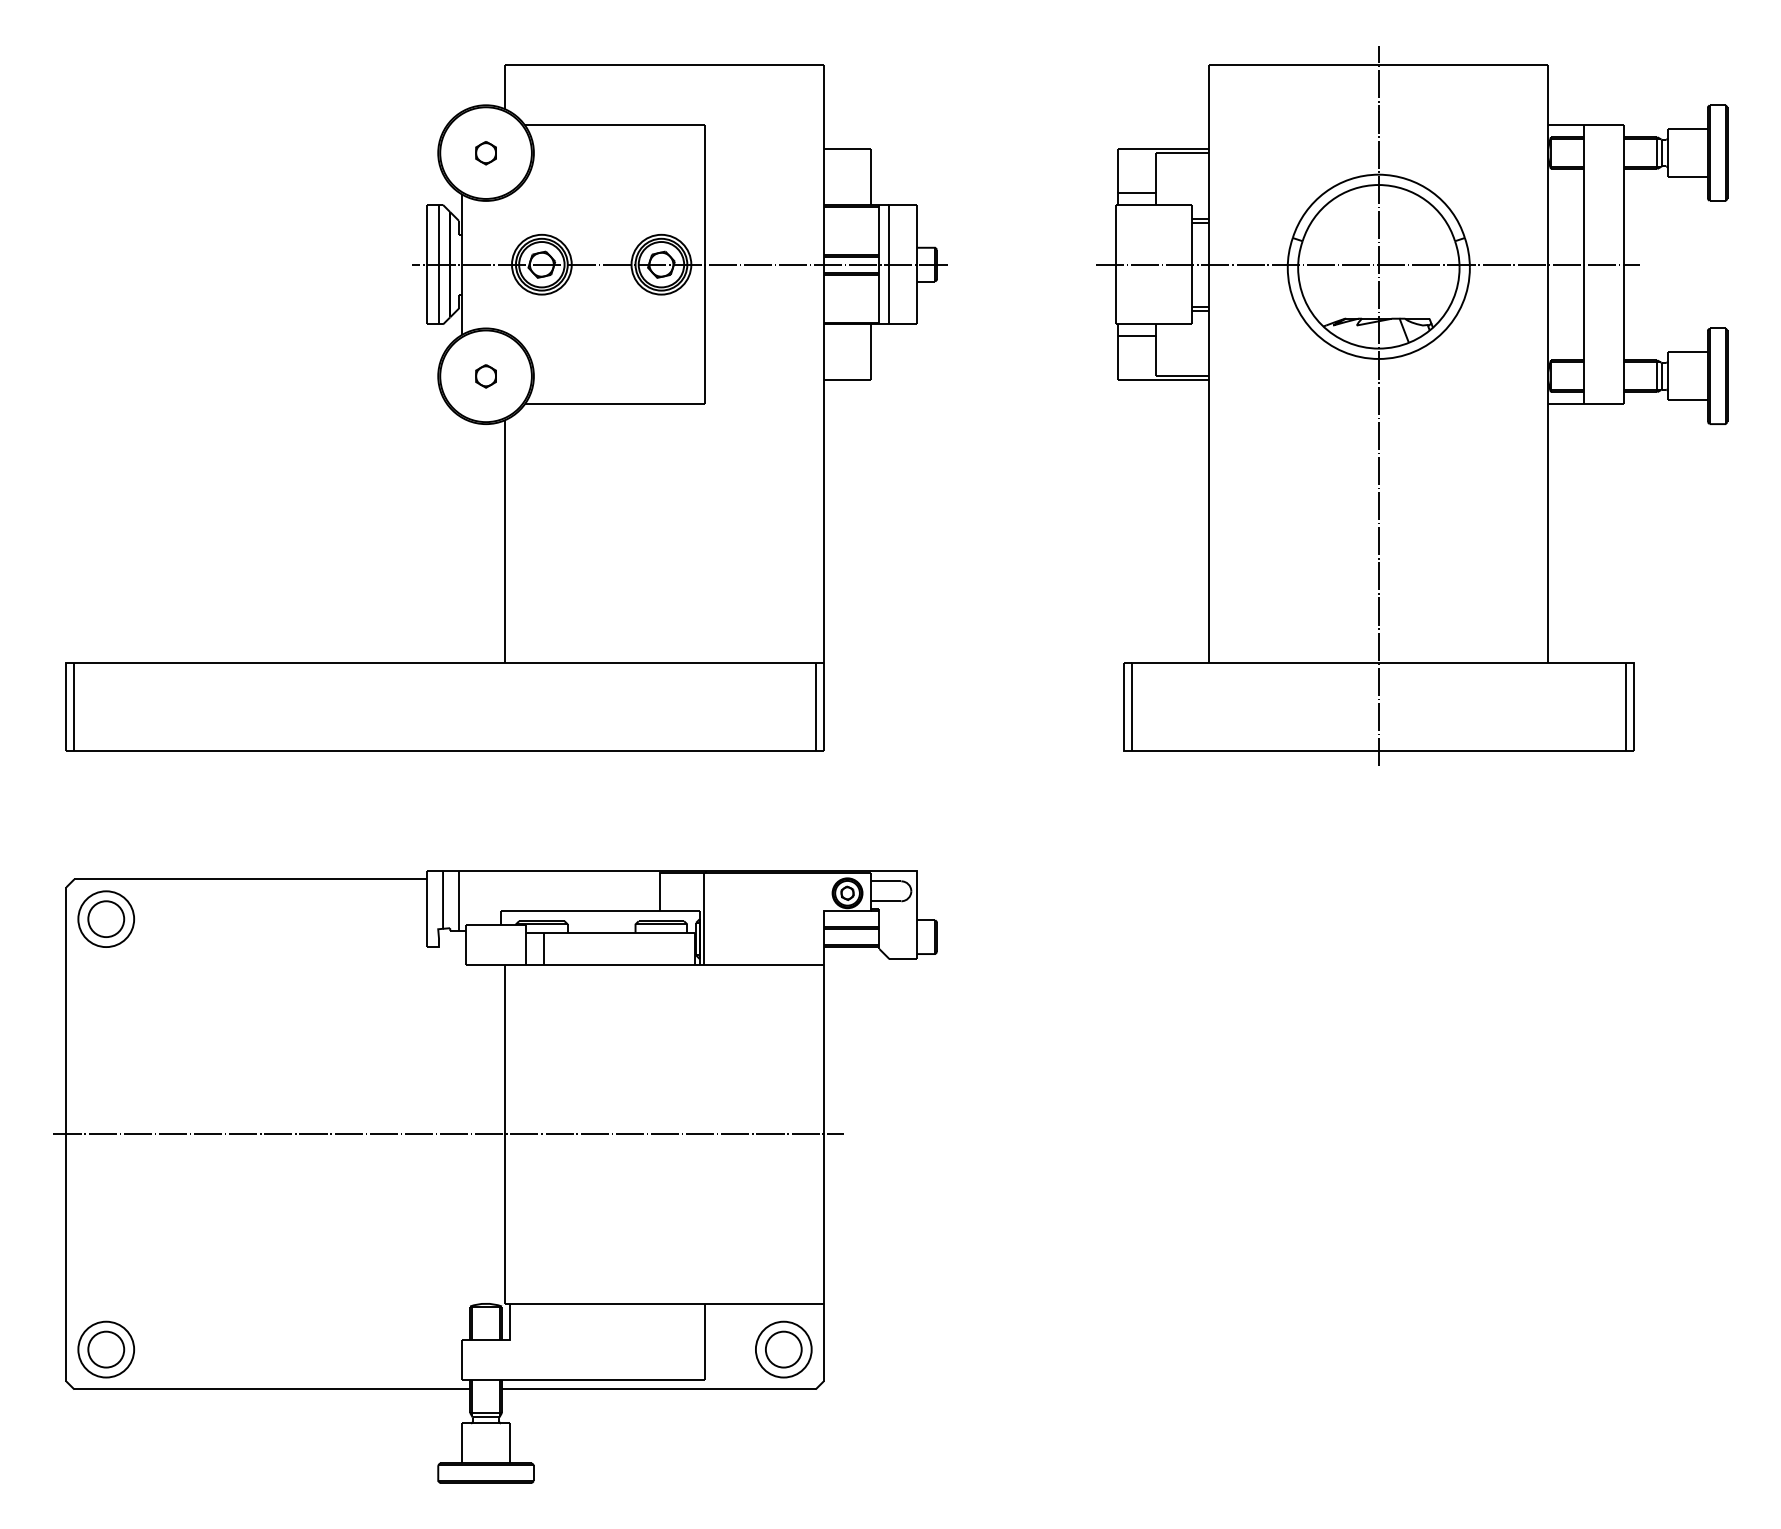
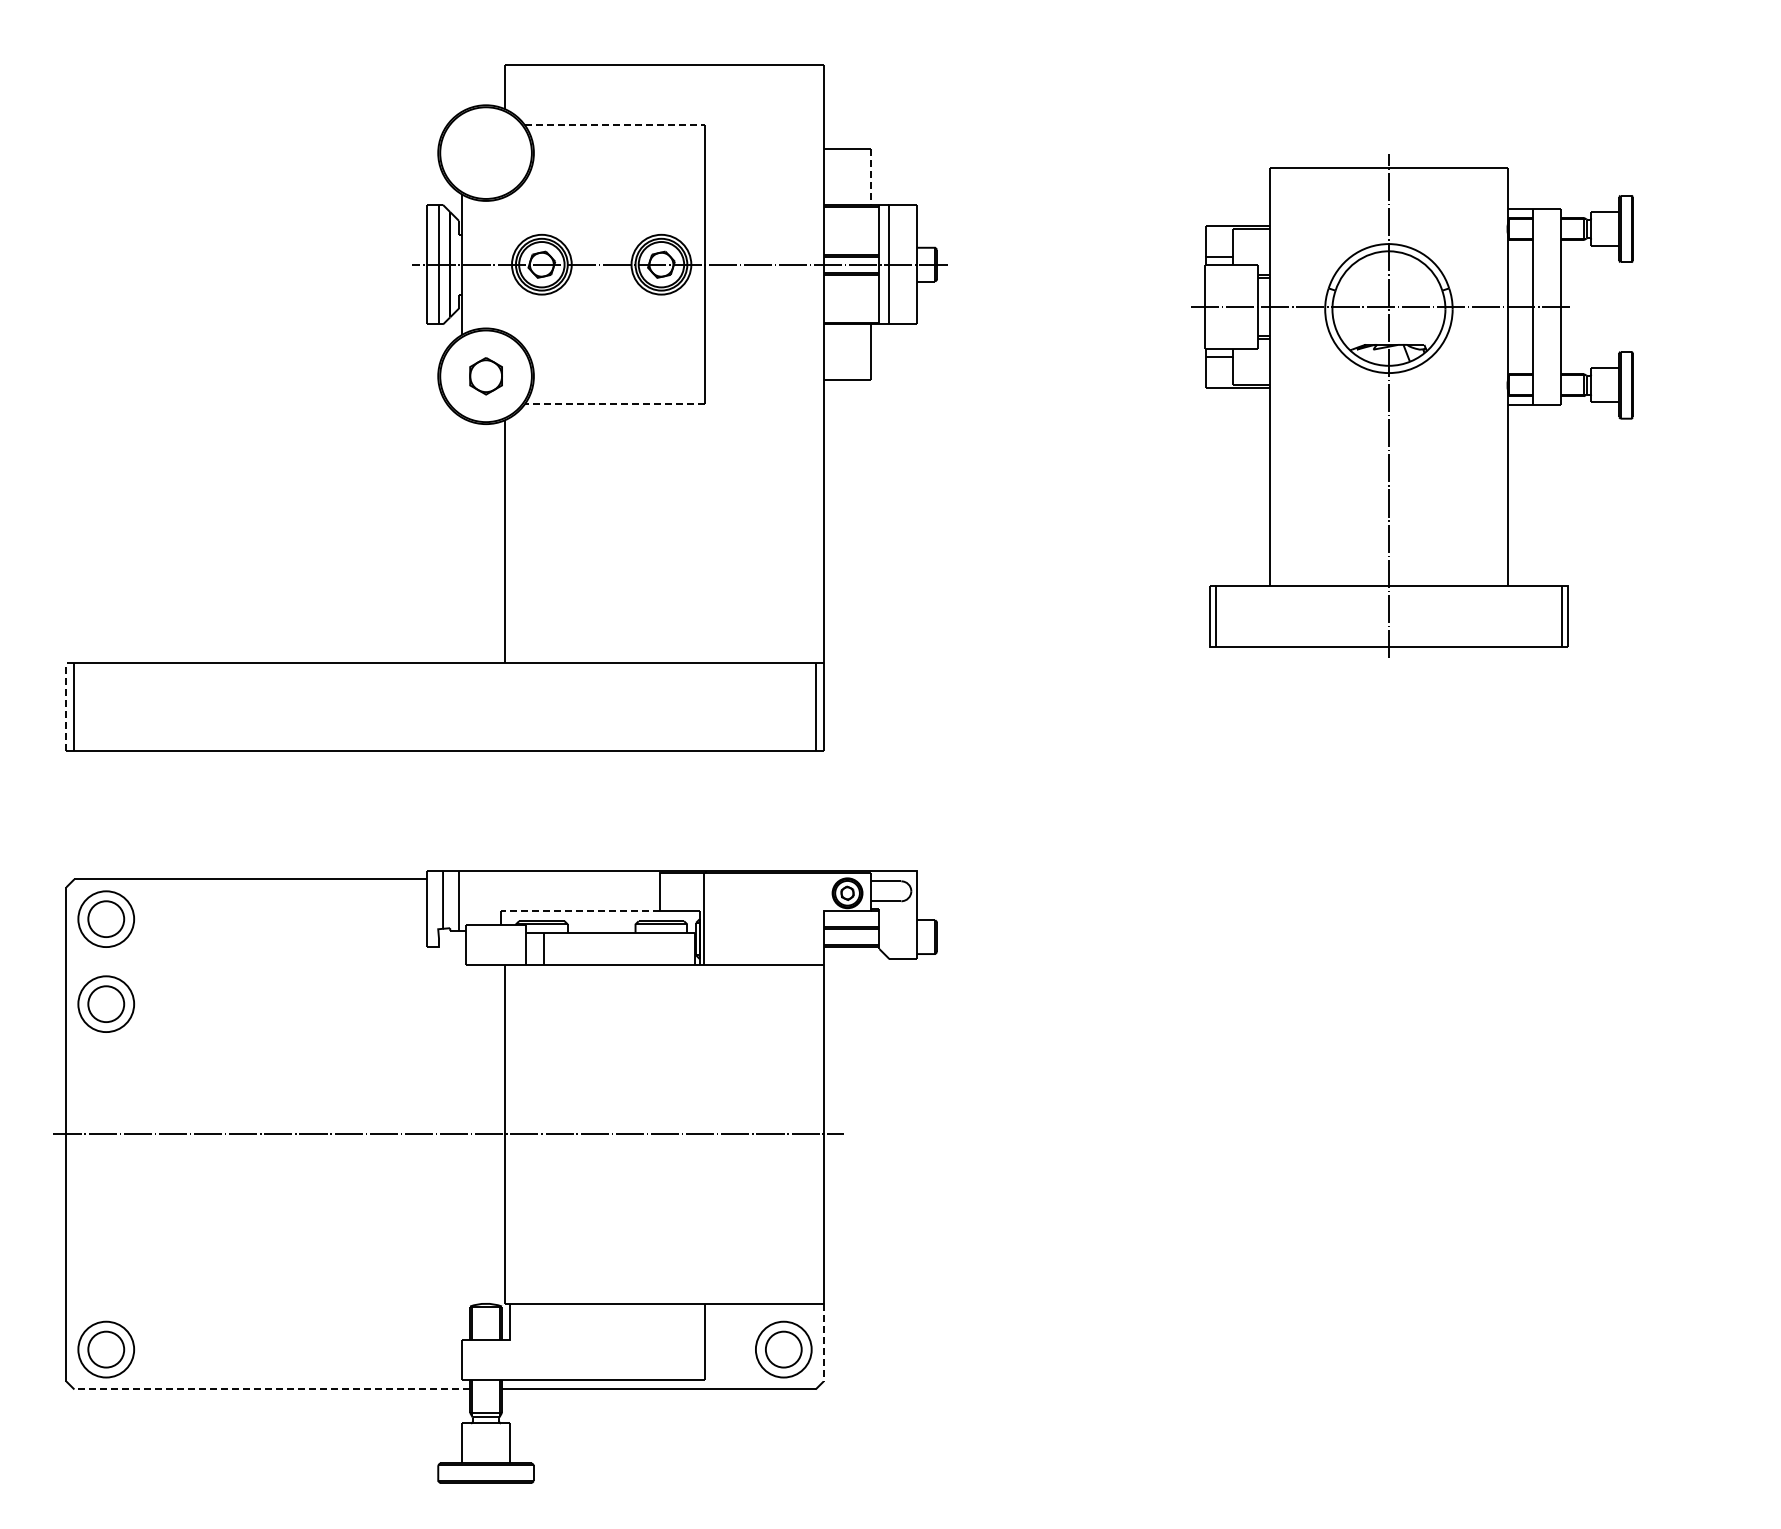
line at (615, 125): solid -> dashed
part at (485, 153): present -> none
line at (871, 177): solid -> dashed
part at (485, 376) size: 22x25 px -> 34x39 px
line at (614, 404): solid -> dashed
part at (1412, 405) size: 633x720 px -> 443x504 px
line at (66, 702): solid -> dashed
line at (580, 911): solid -> dashed
part at (105, 1003): none -> present
line at (823, 1342): solid -> dashed
line at (272, 1389): solid -> dashed
